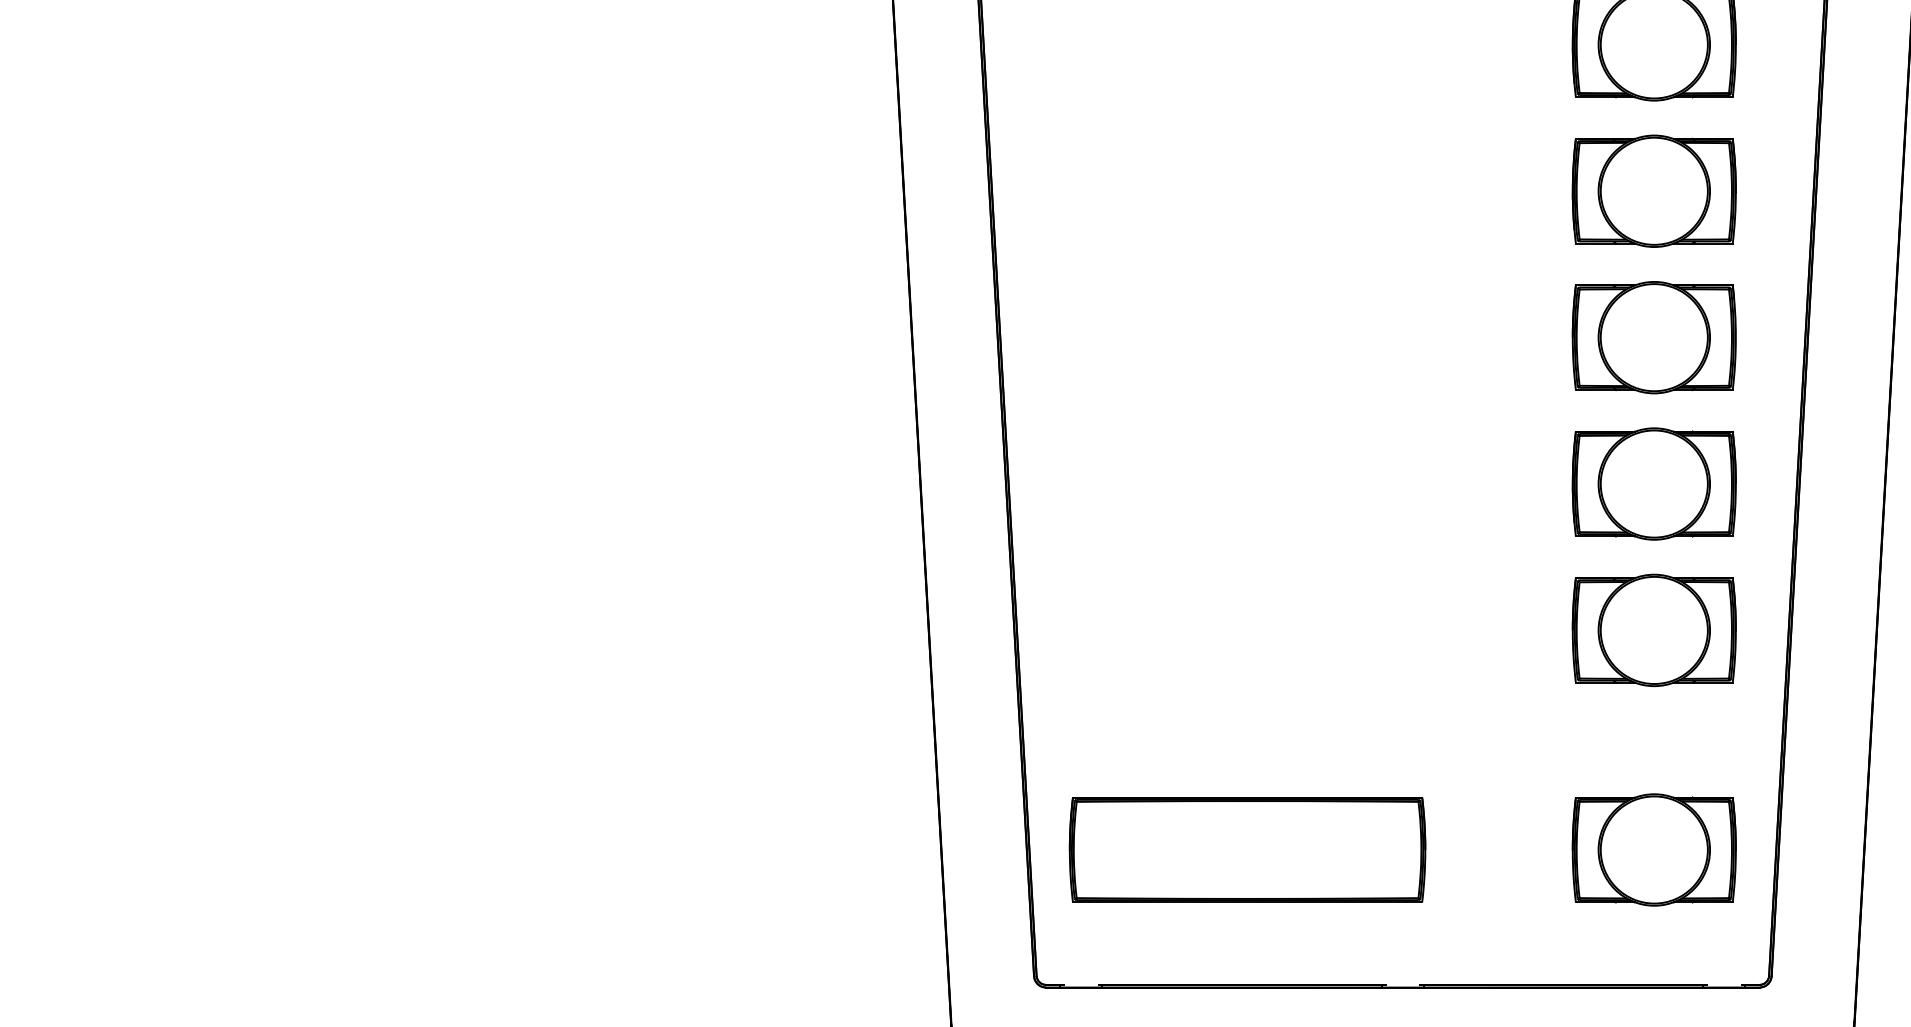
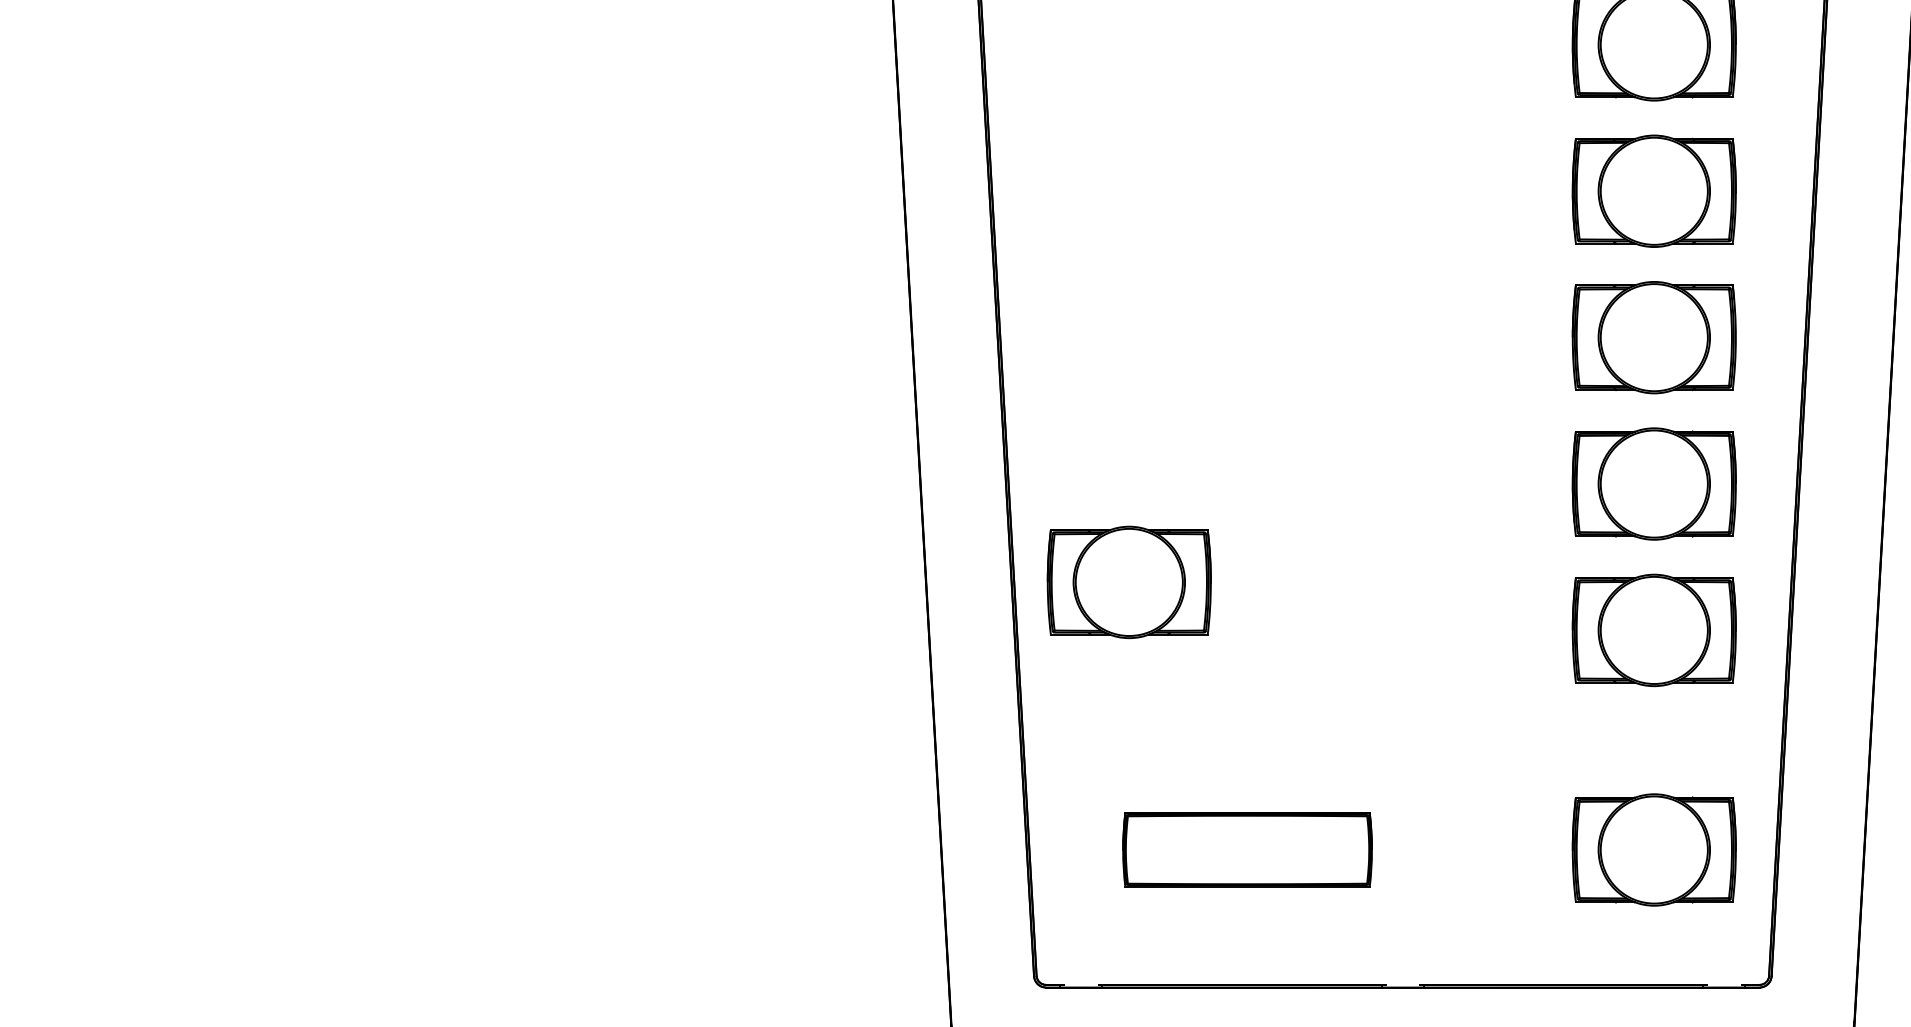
part at (1128, 582): none -> present
part at (1247, 849) size: 359x106 px -> 251x76 px
